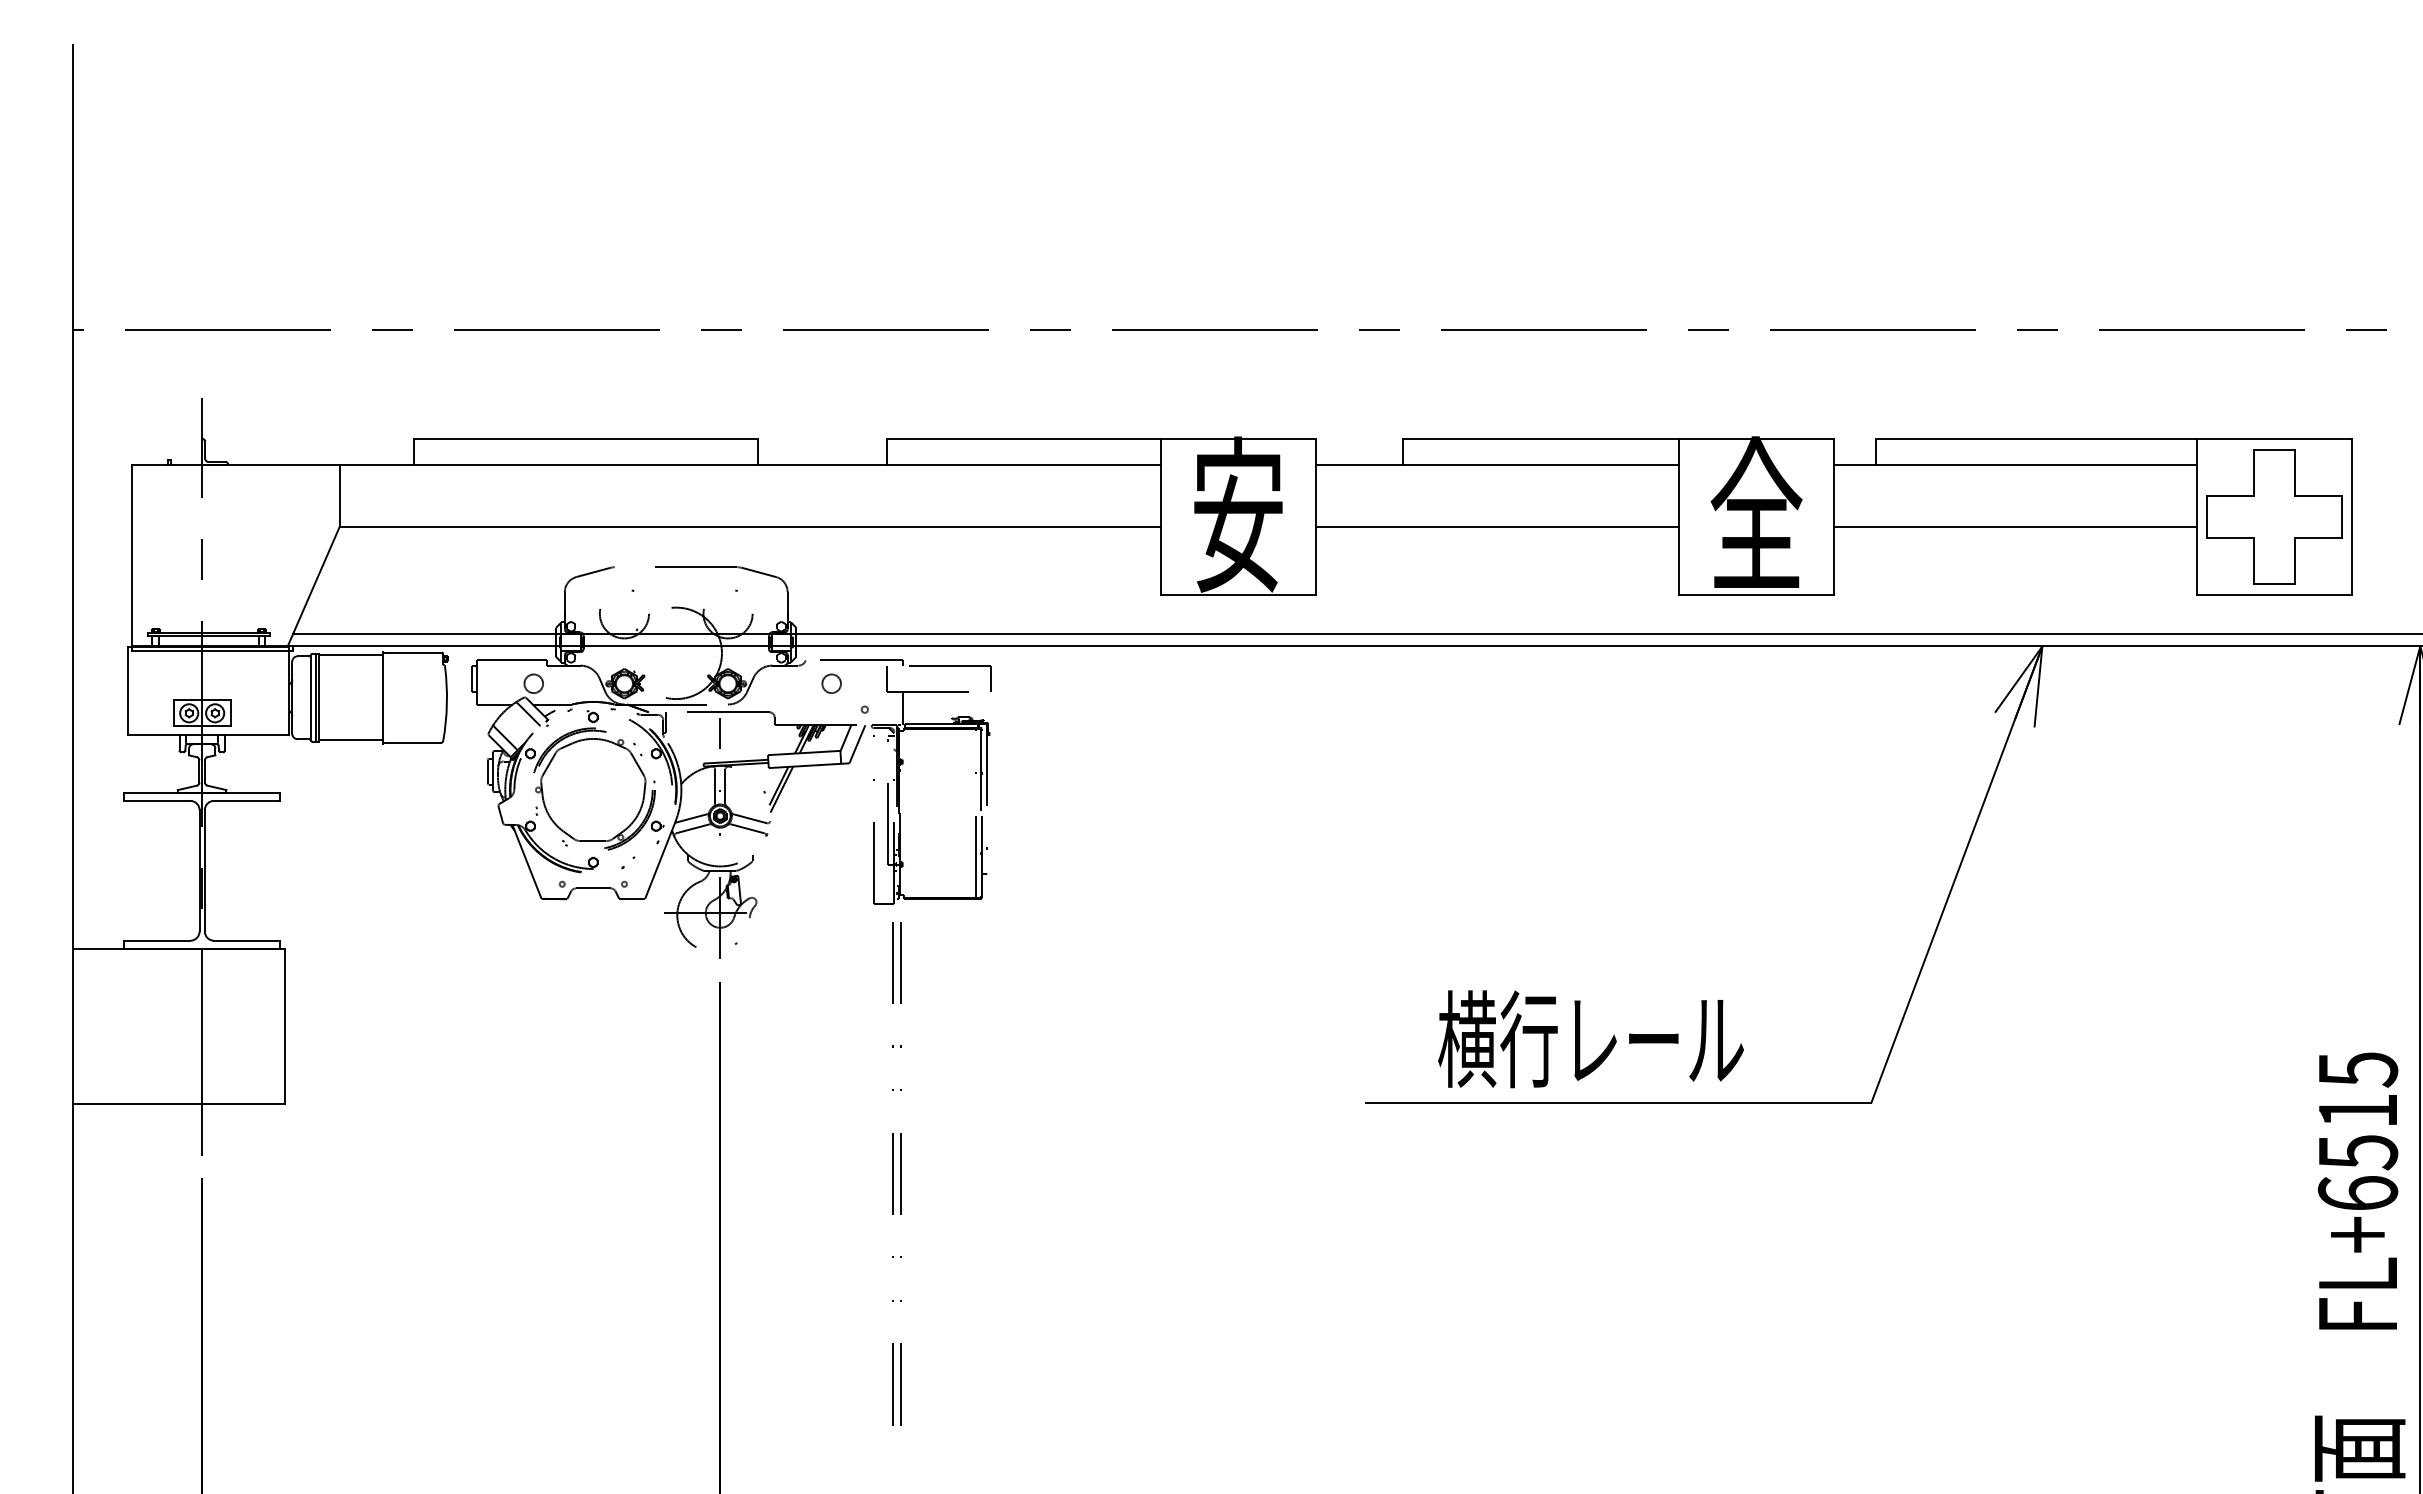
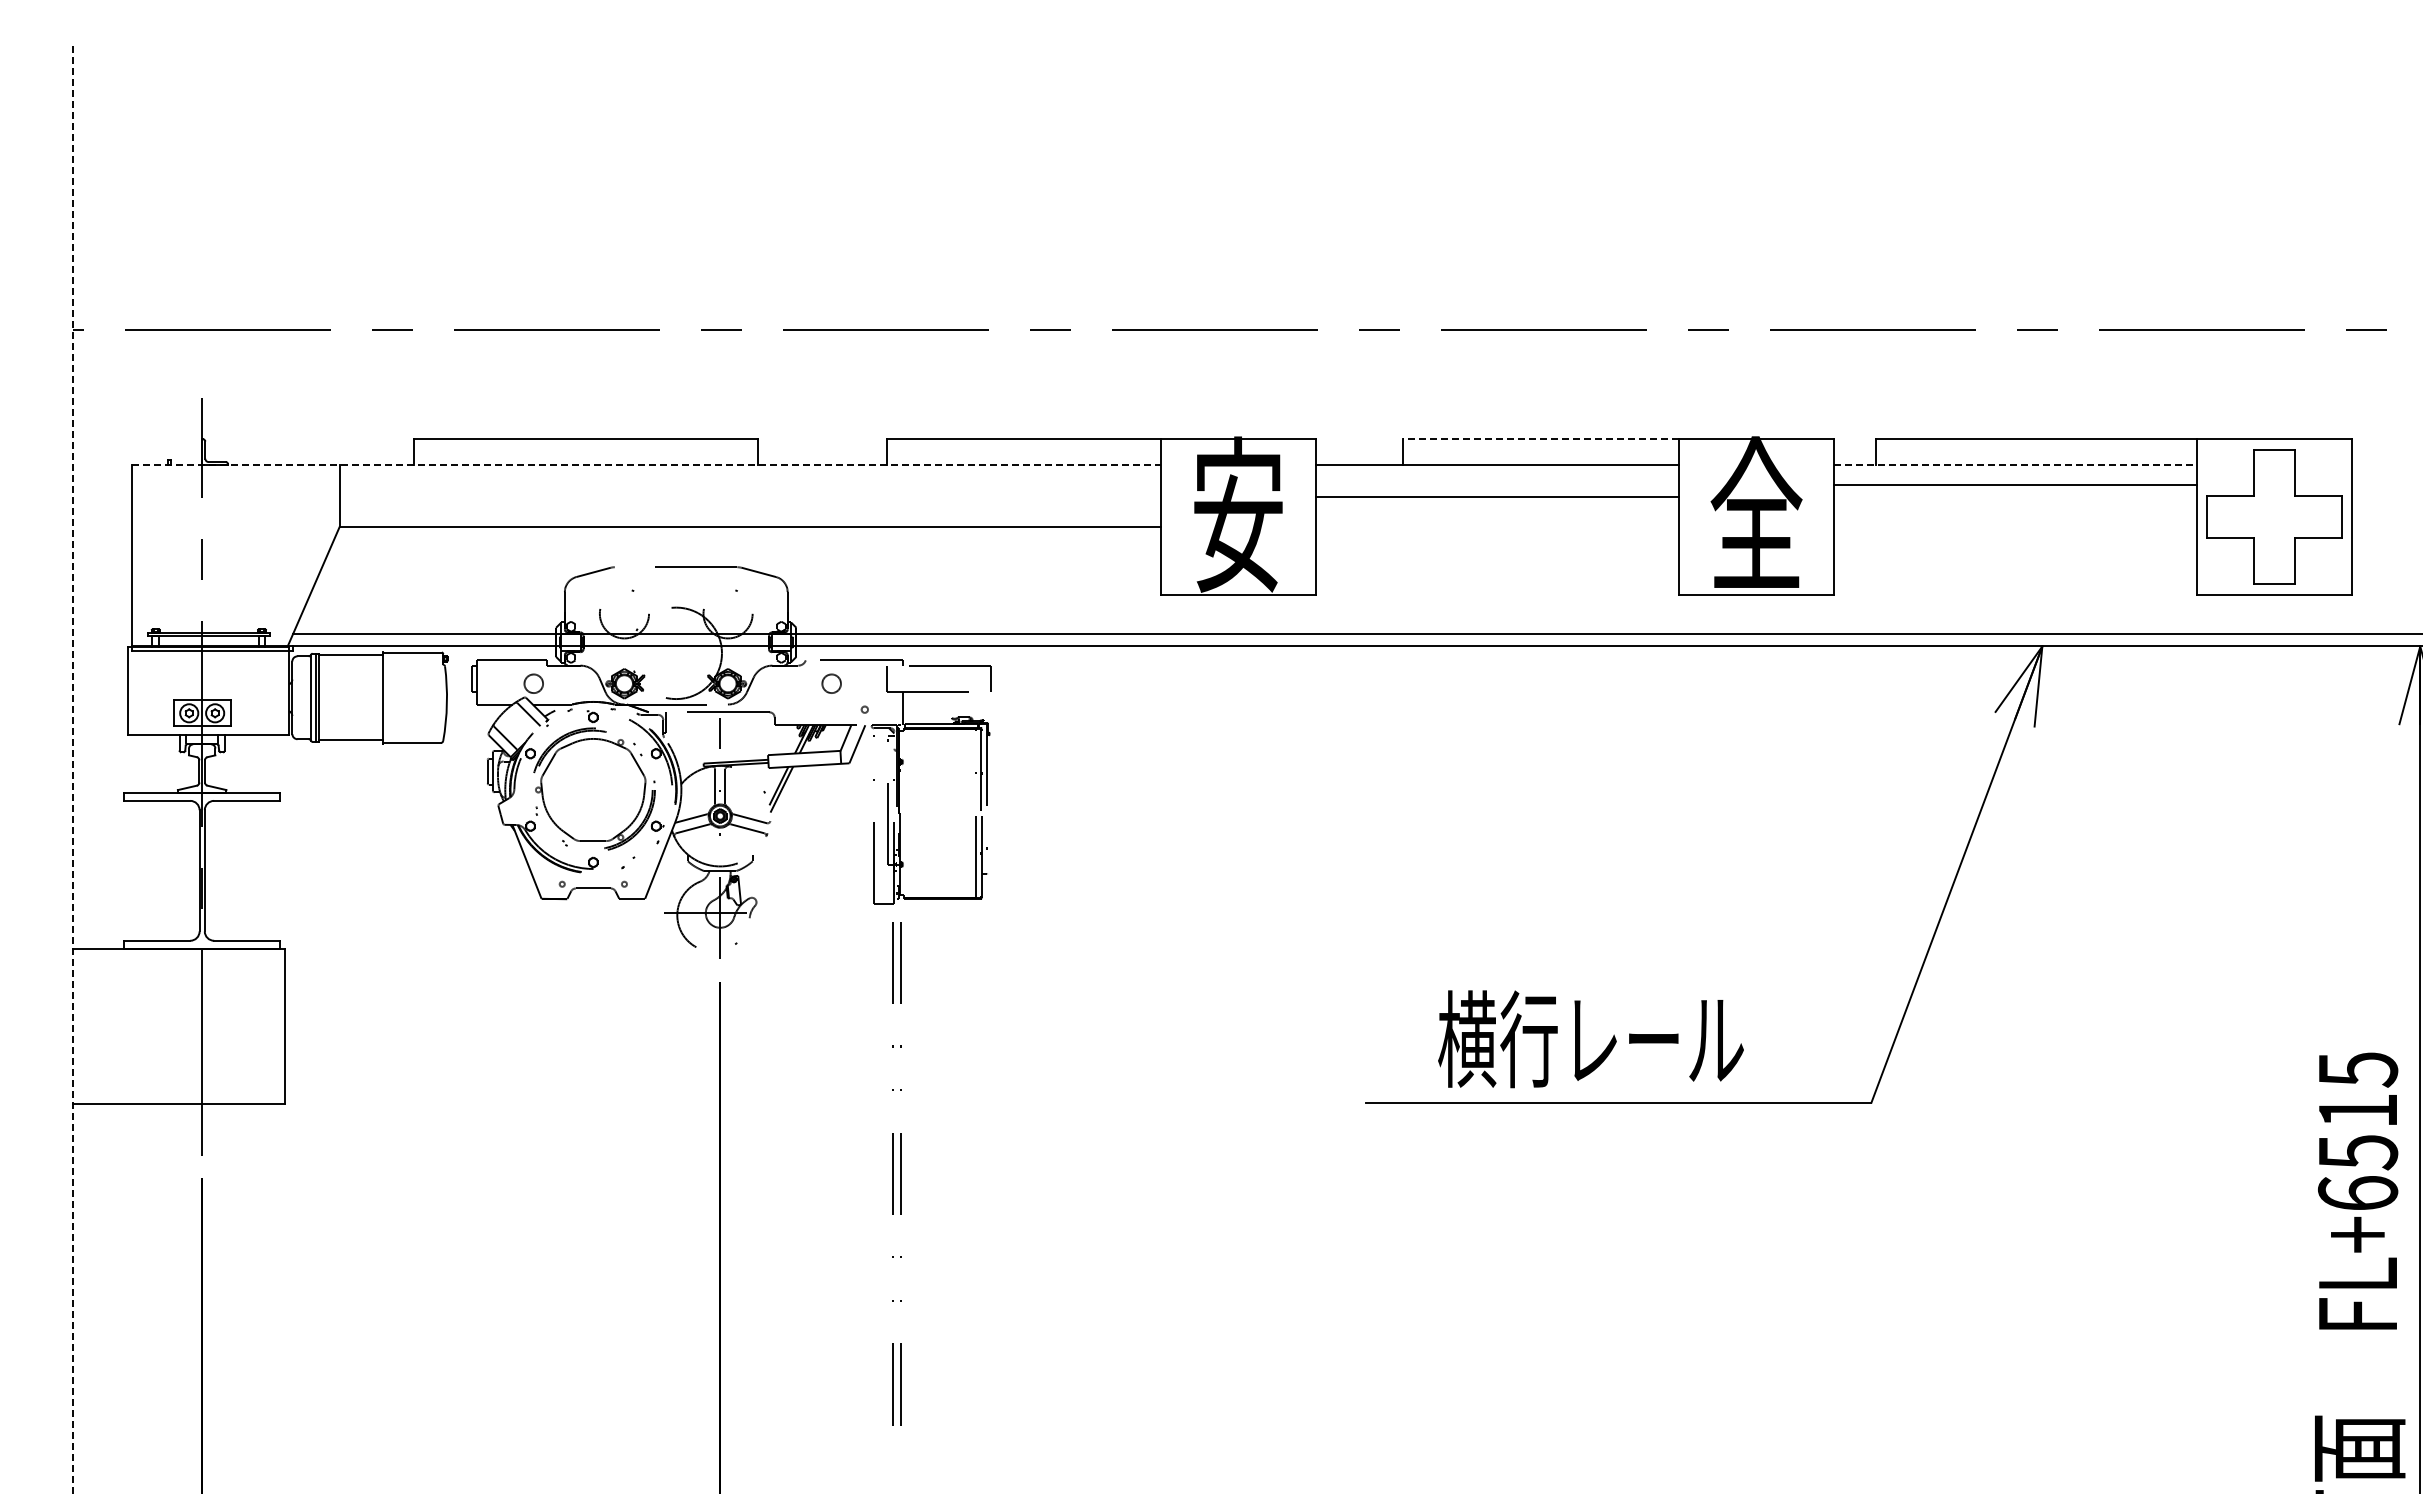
line at (1541, 439): solid -> dashed
line at (646, 465): solid -> dashed
line at (2016, 465): solid -> dashed
line at (1497, 527) position: (1497, 527) -> (1497, 497)
line at (2015, 527) position: (2015, 527) -> (2015, 485)
line at (72, 768): solid -> dashed
